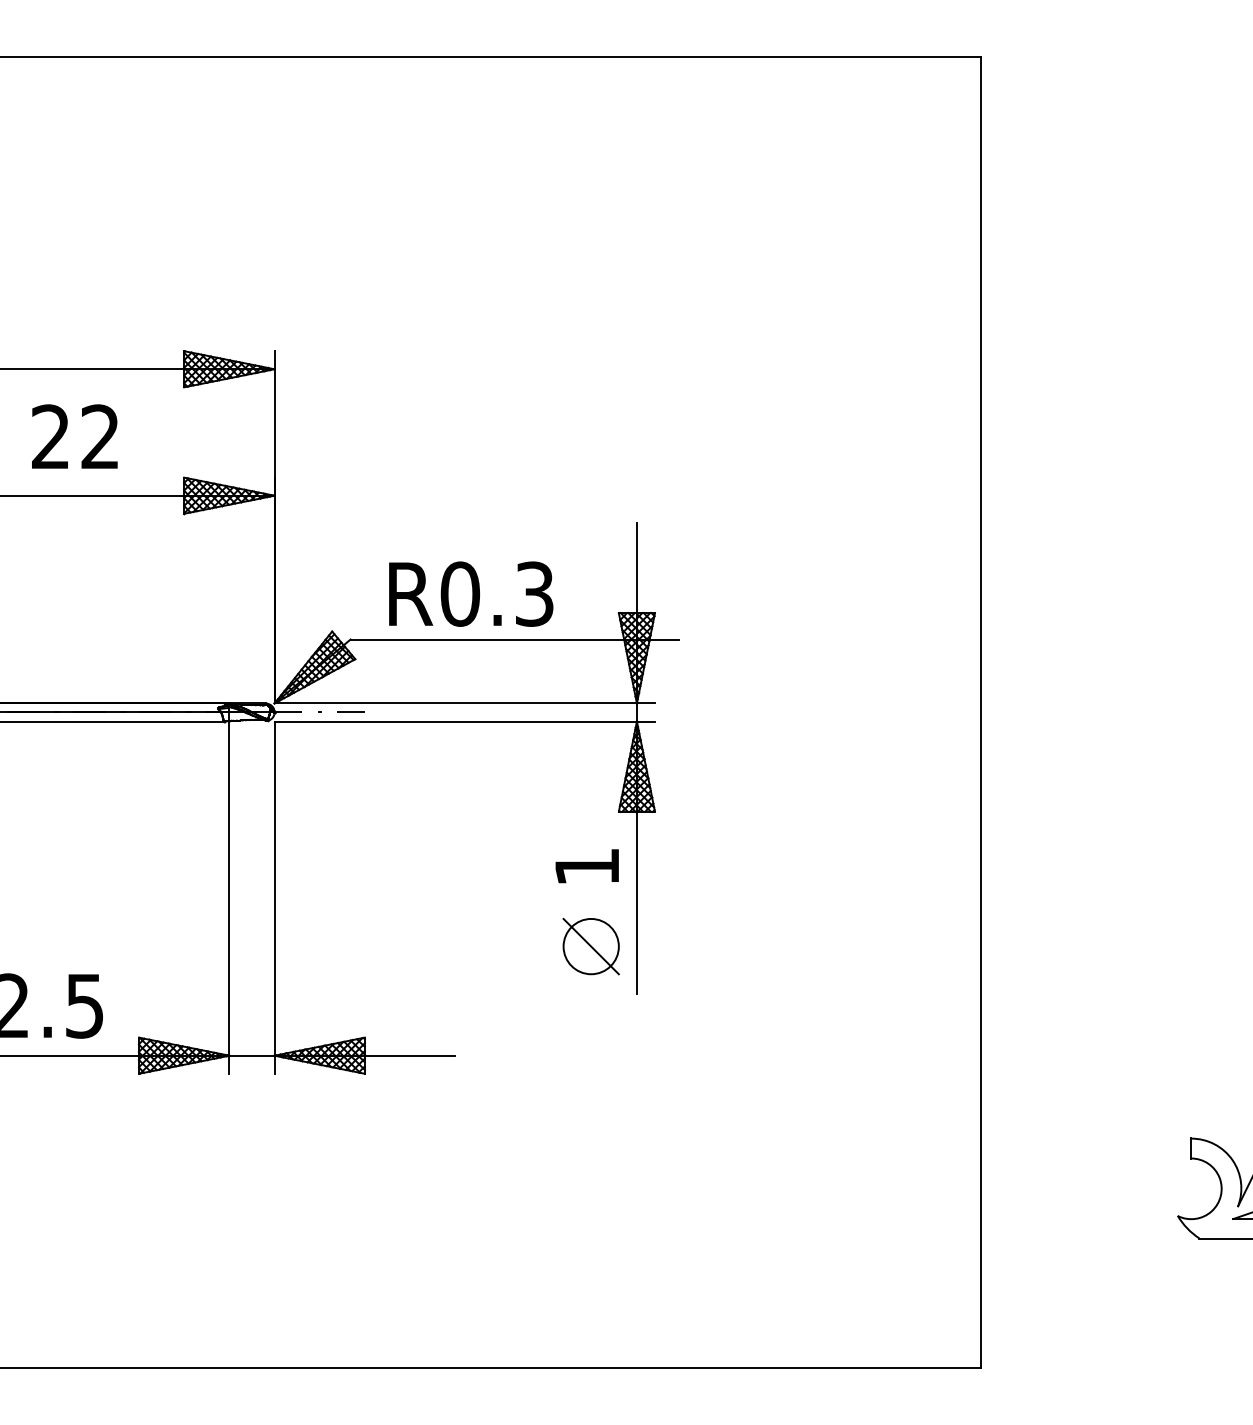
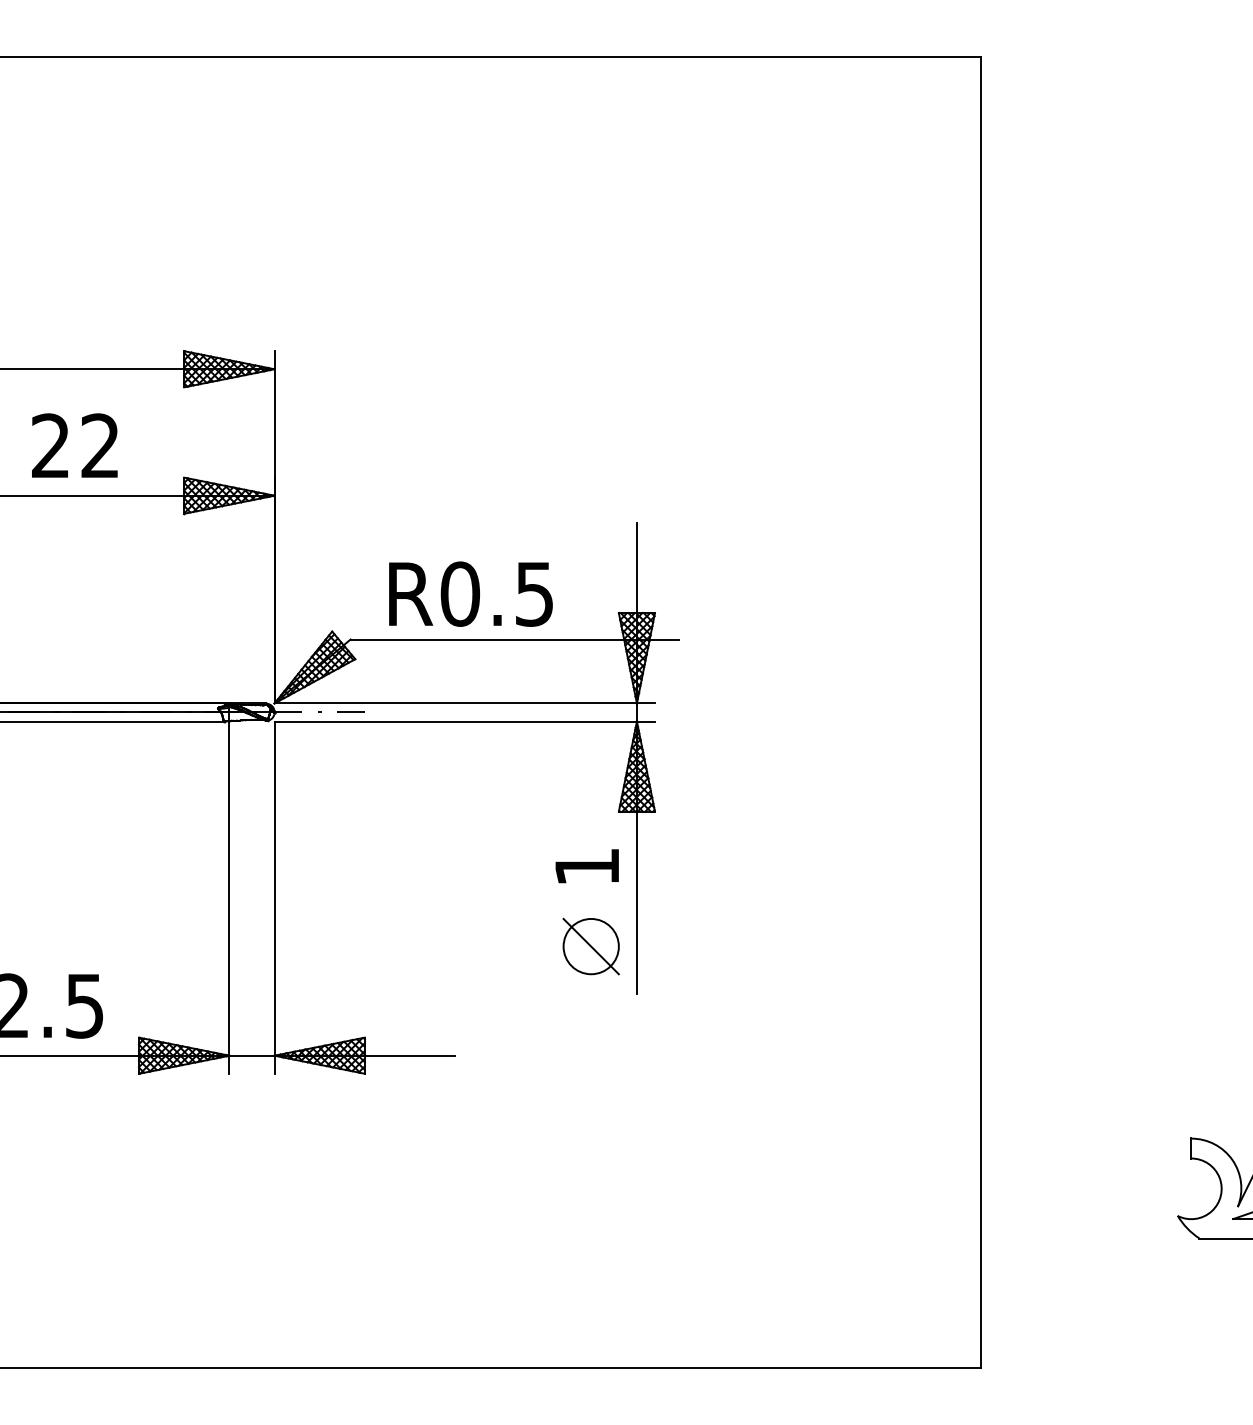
text at (74, 436) position: (74, 436) -> (74, 445)
text at (534, 593): R0.3 -> R0.5
